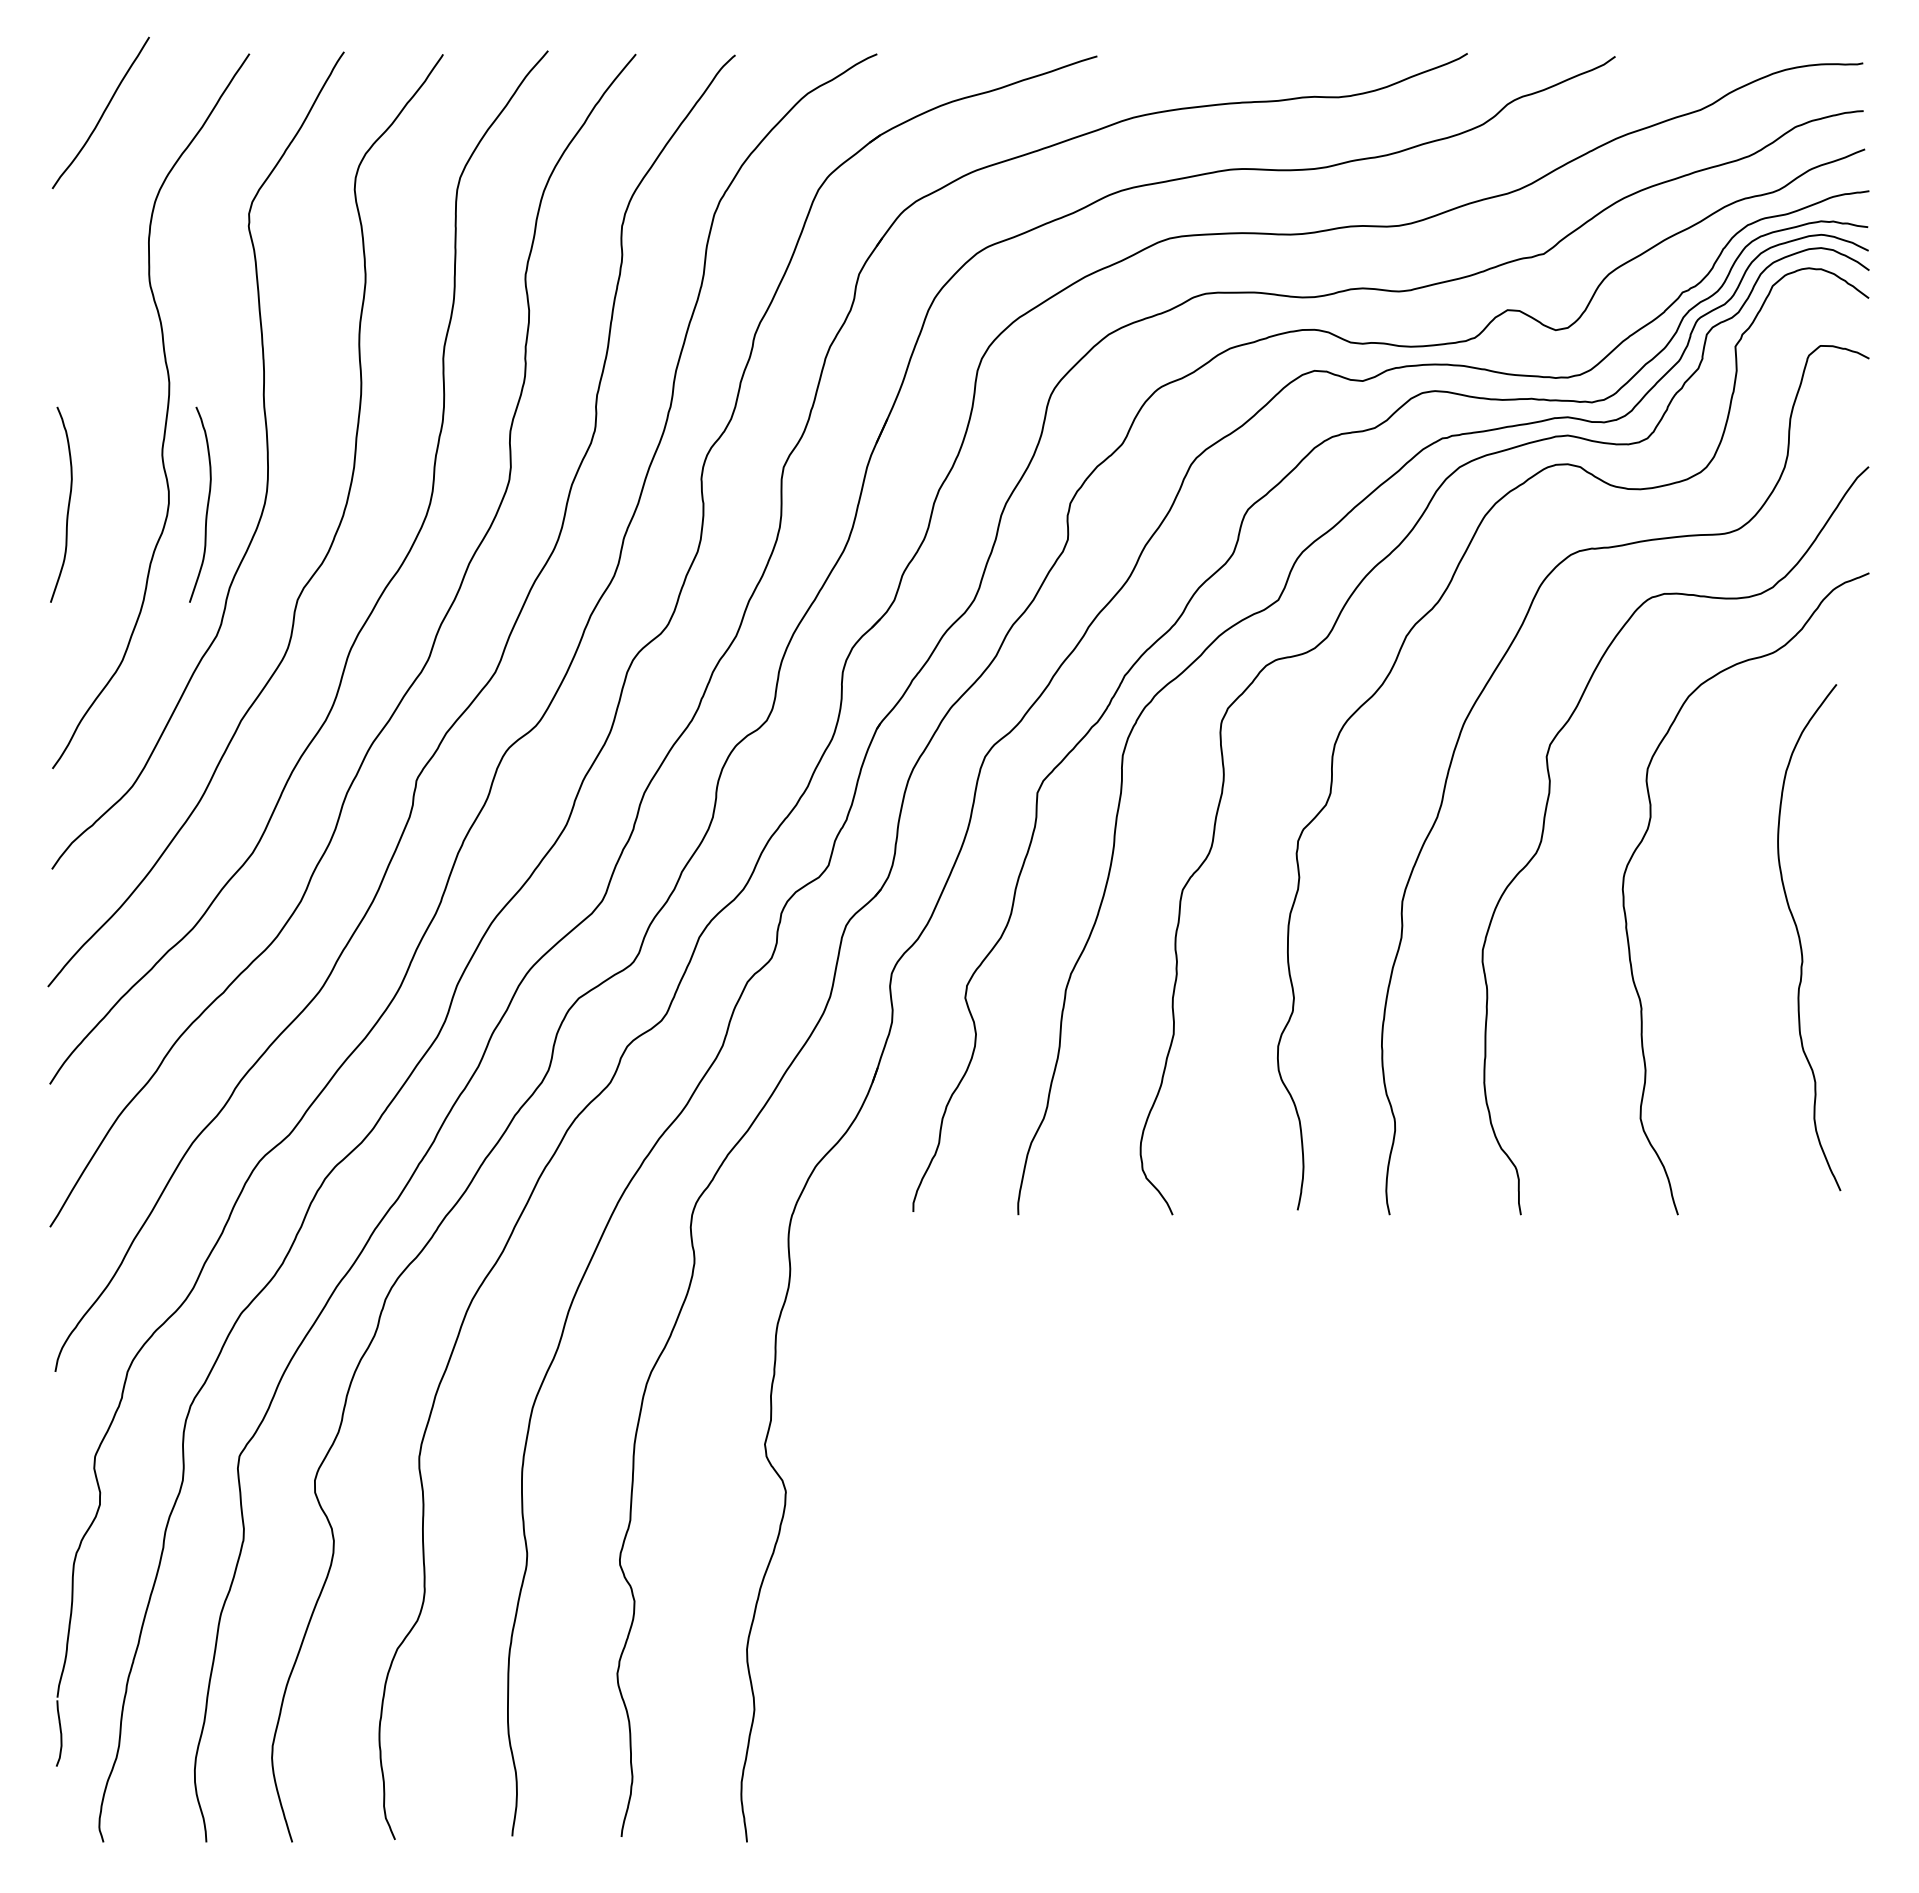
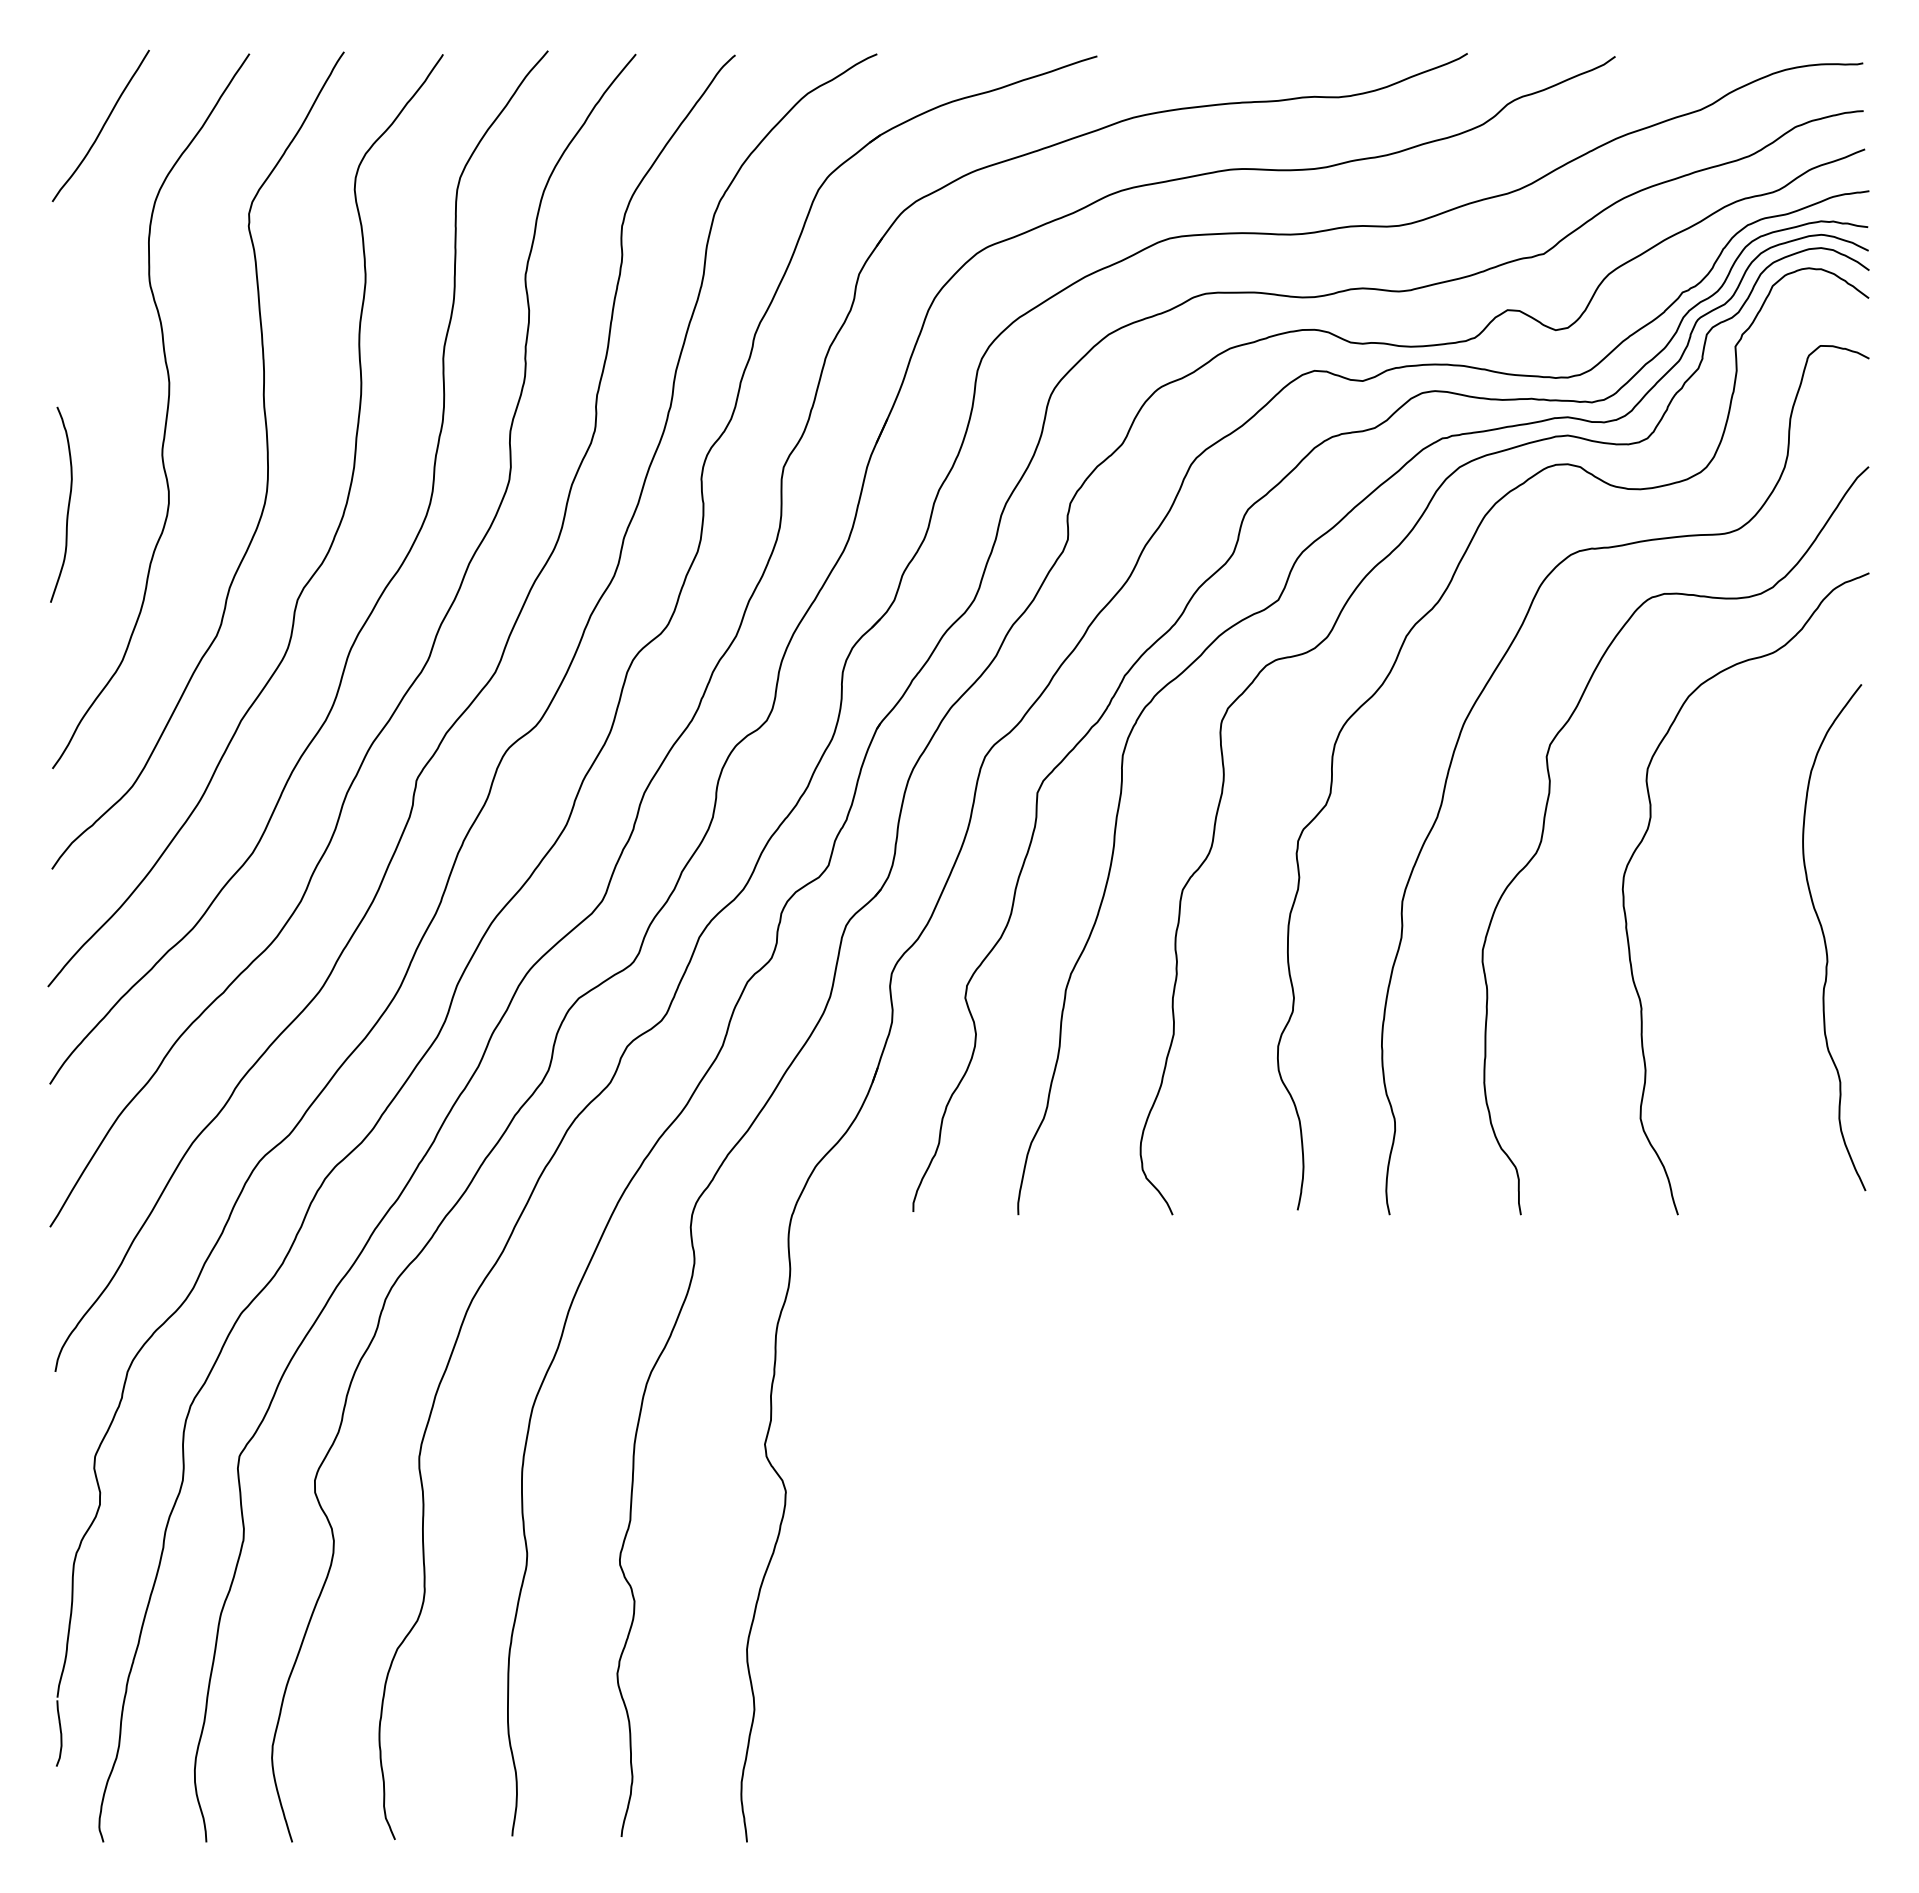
curve at (102, 112) position: (102, 112) -> (102, 125)
curve at (206, 506): present -> none
curve at (1800, 937) position: (1800, 937) -> (1825, 937)
